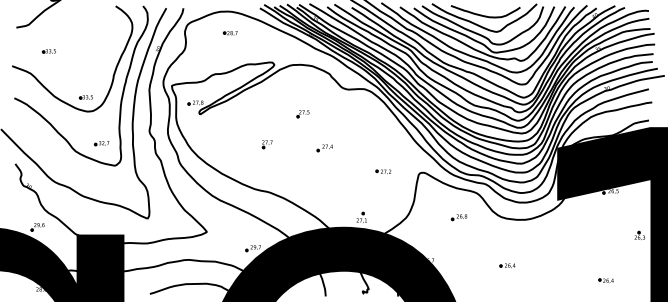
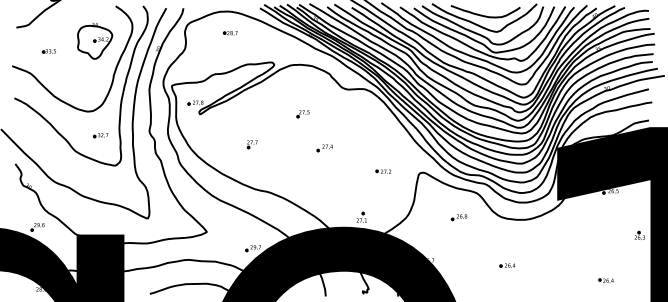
part at (95, 41): none -> present
part at (85, 97): present -> none
part at (101, 143) position: (101, 143) -> (100, 135)
part at (266, 144) position: (266, 144) -> (251, 144)
